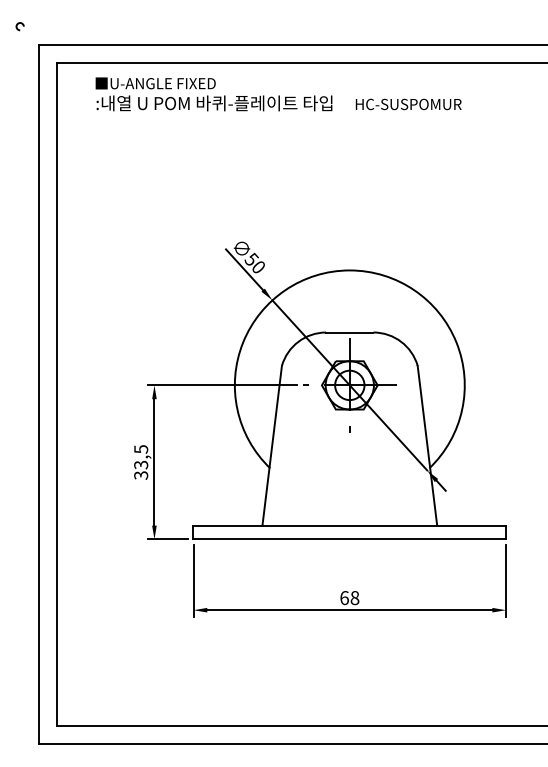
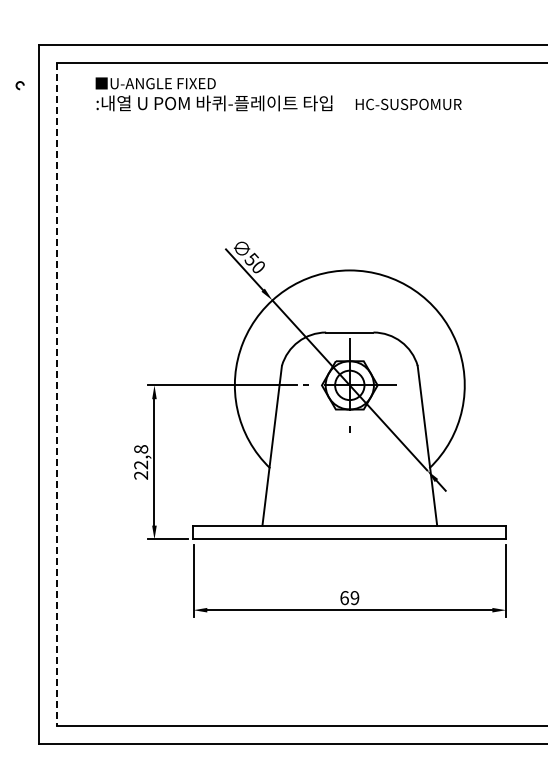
arc at (17, 26) position: (17, 26) -> (17, 85)
line at (56, 395): solid -> dashed
text at (141, 462): 33,5 -> 22,8
text at (354, 598): 68 -> 69
